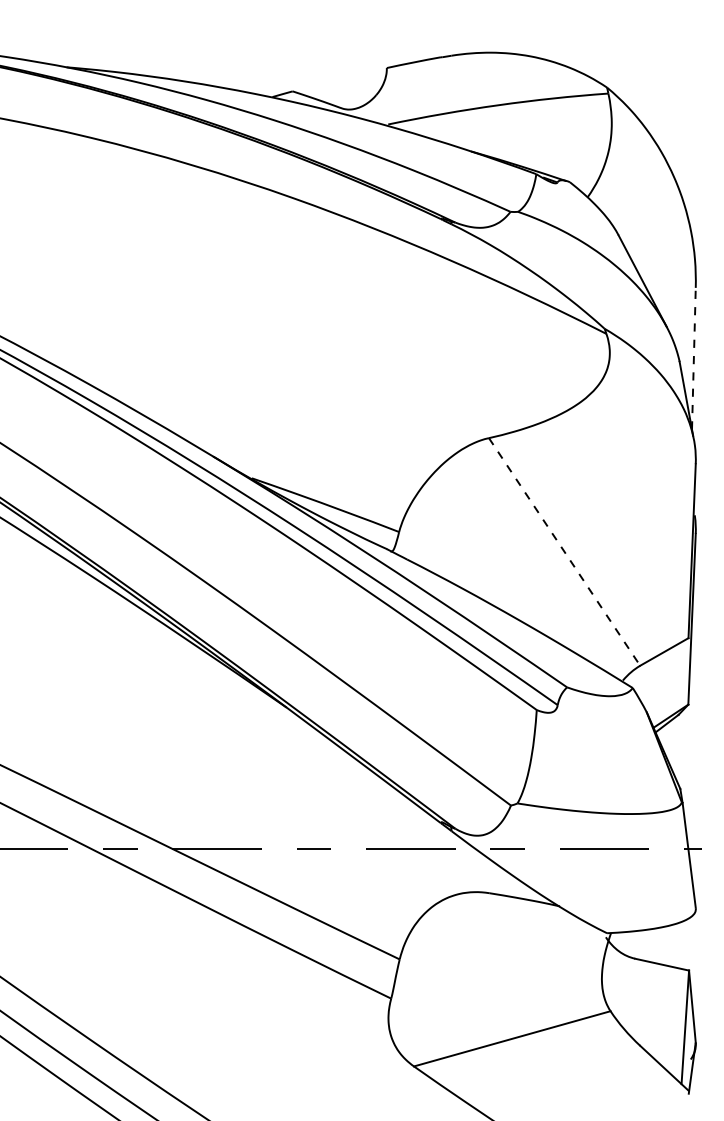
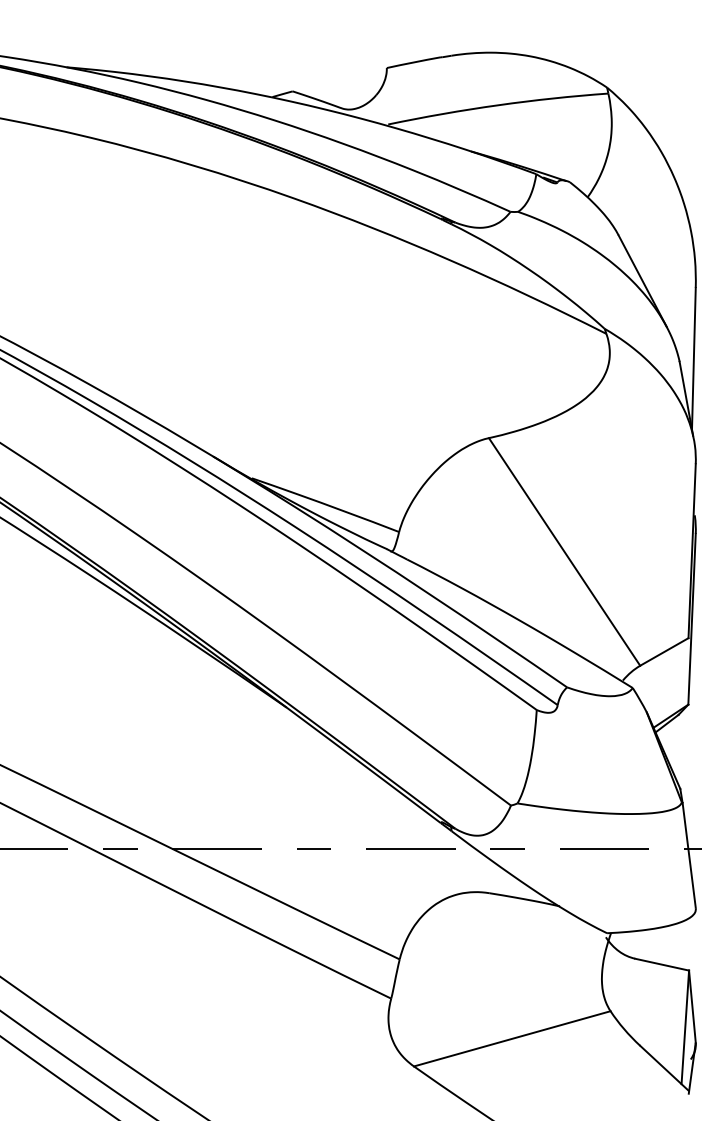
line at (693, 358): dashed -> solid
line at (564, 551): dashed -> solid
